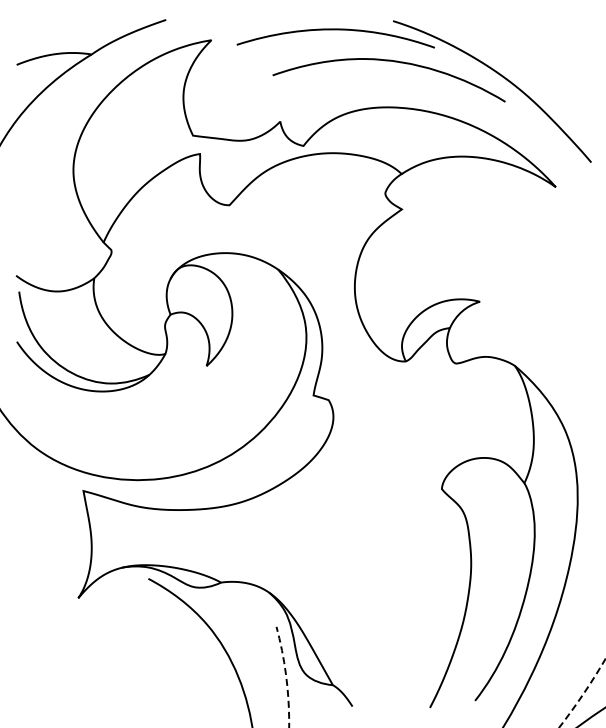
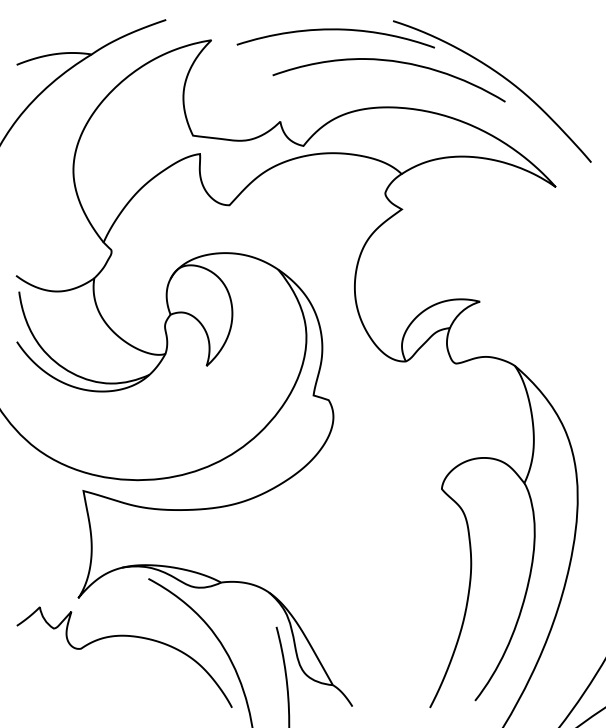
curve at (124, 636): none -> present
arc at (286, 676): dashed -> solid
arc at (583, 693): dashed -> solid
